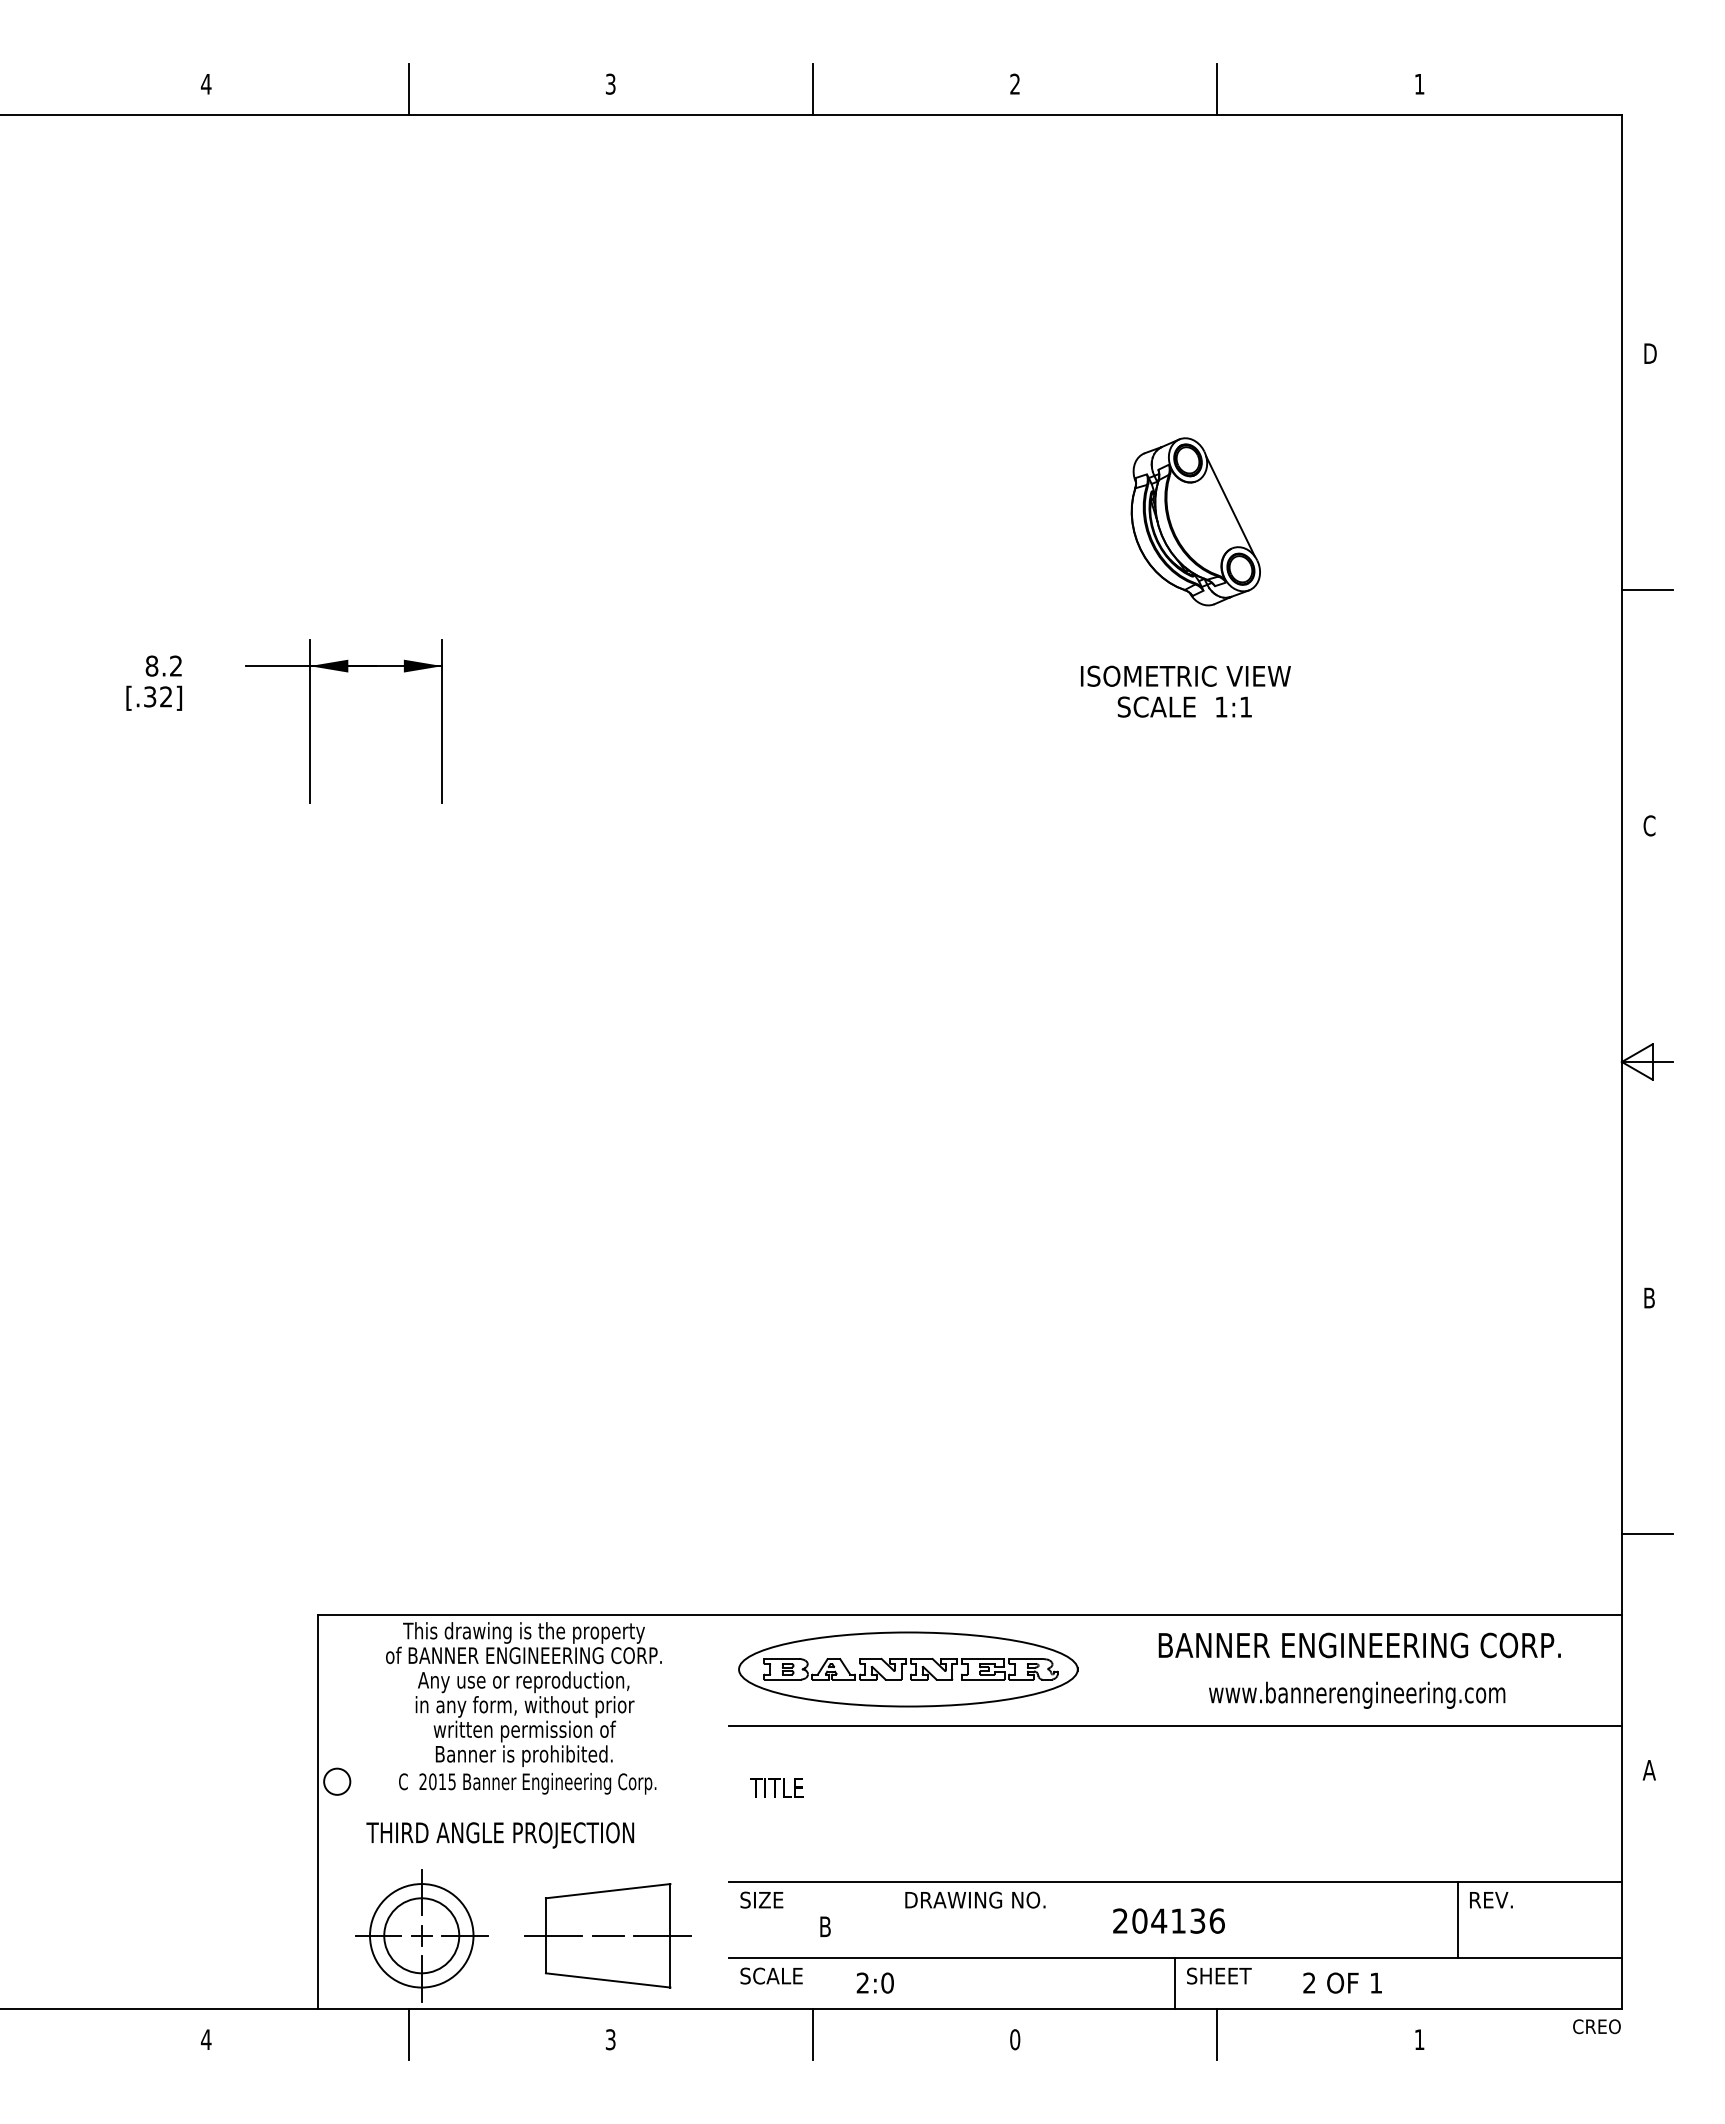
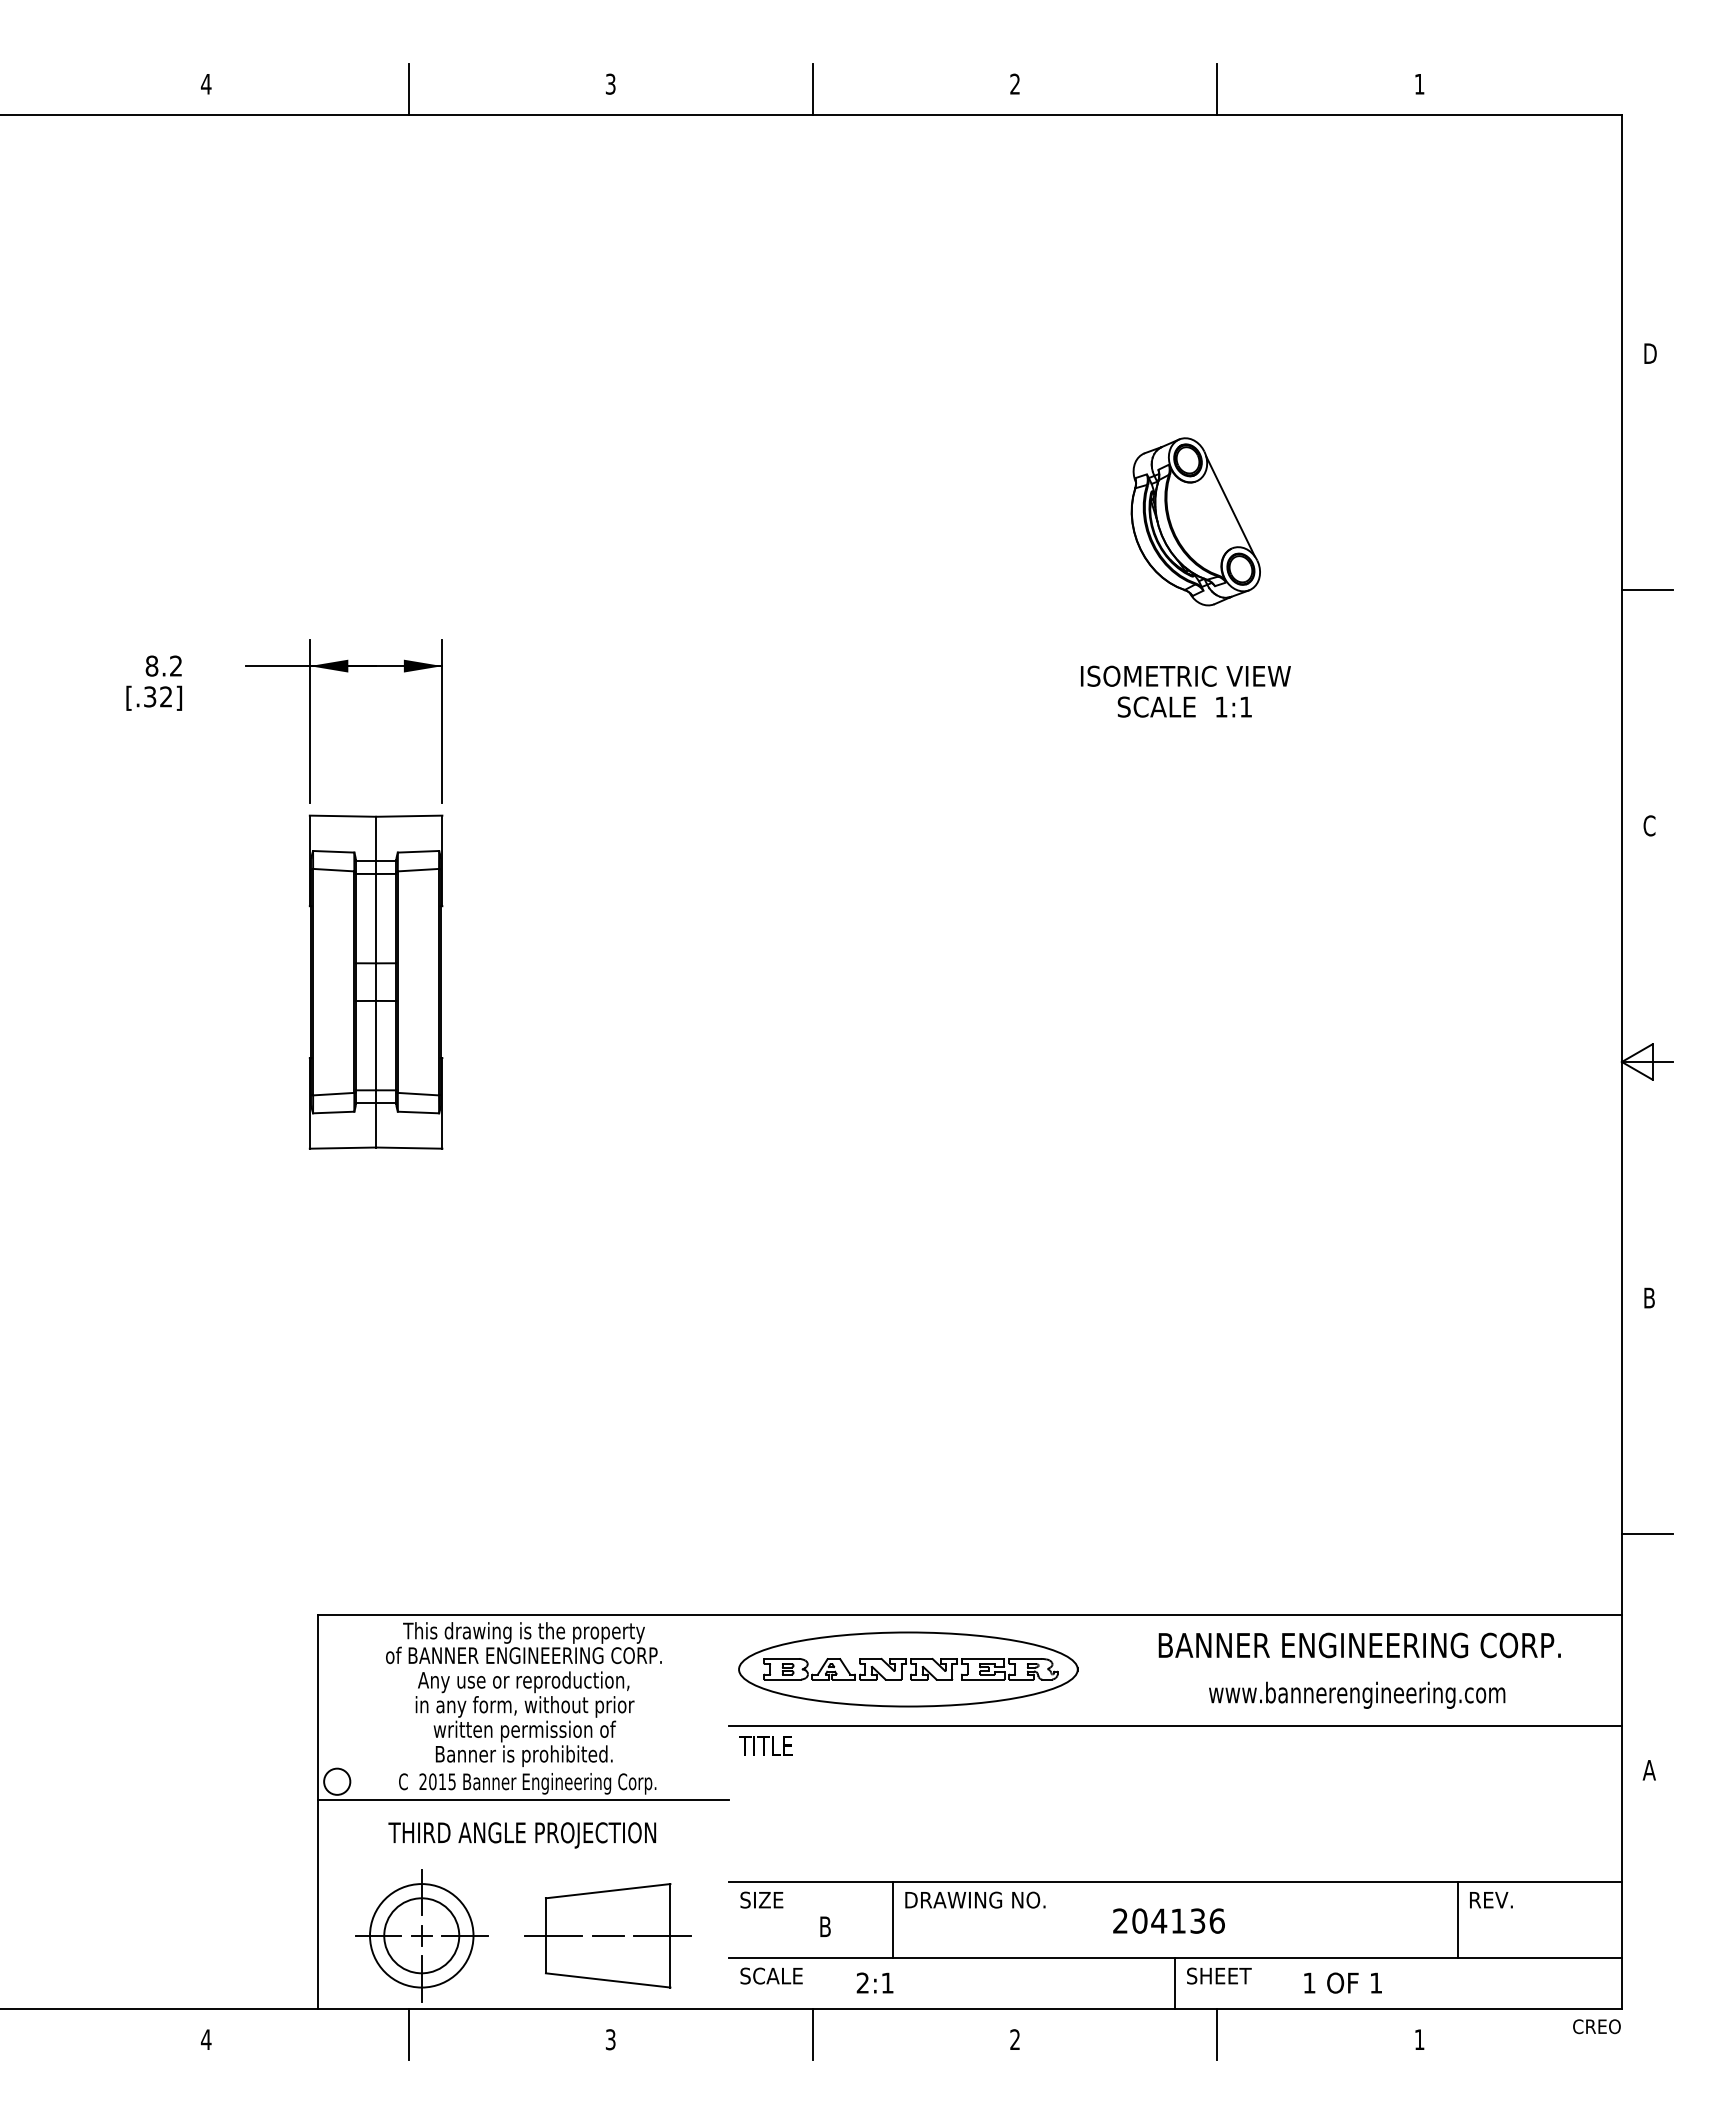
part at (375, 981): none -> present
text at (776, 1787) position: (776, 1787) -> (765, 1745)
line at (523, 1799): none -> present
text at (500, 1835) position: (500, 1835) -> (522, 1835)
line at (893, 1919): none -> present
text at (887, 1982): 2:0 -> 2:1
text at (1309, 1982): 2 -> 1
text at (1015, 2039): 0 -> 2
